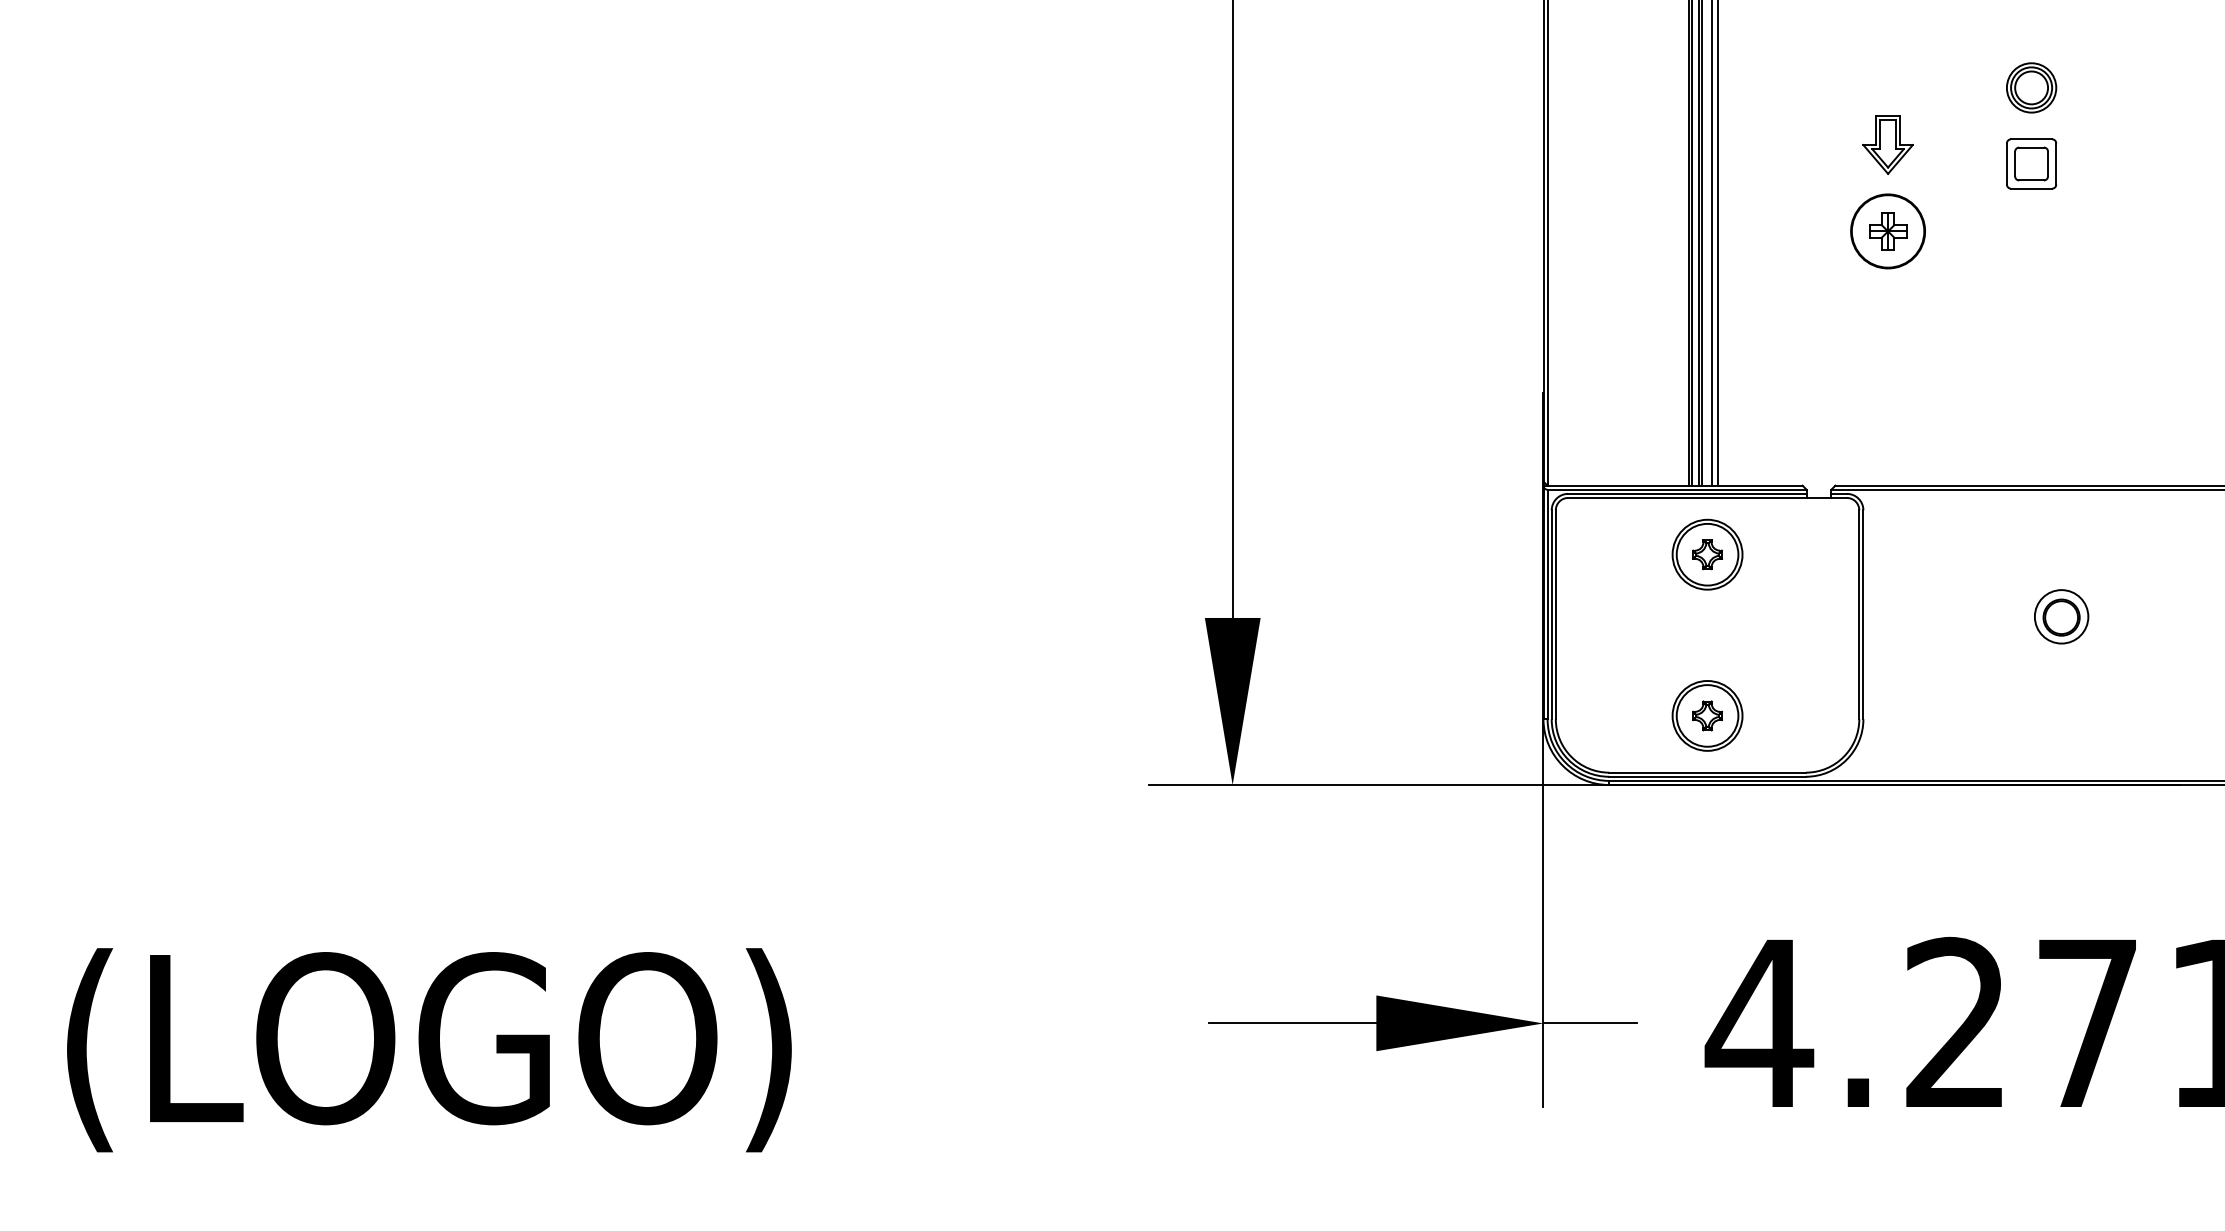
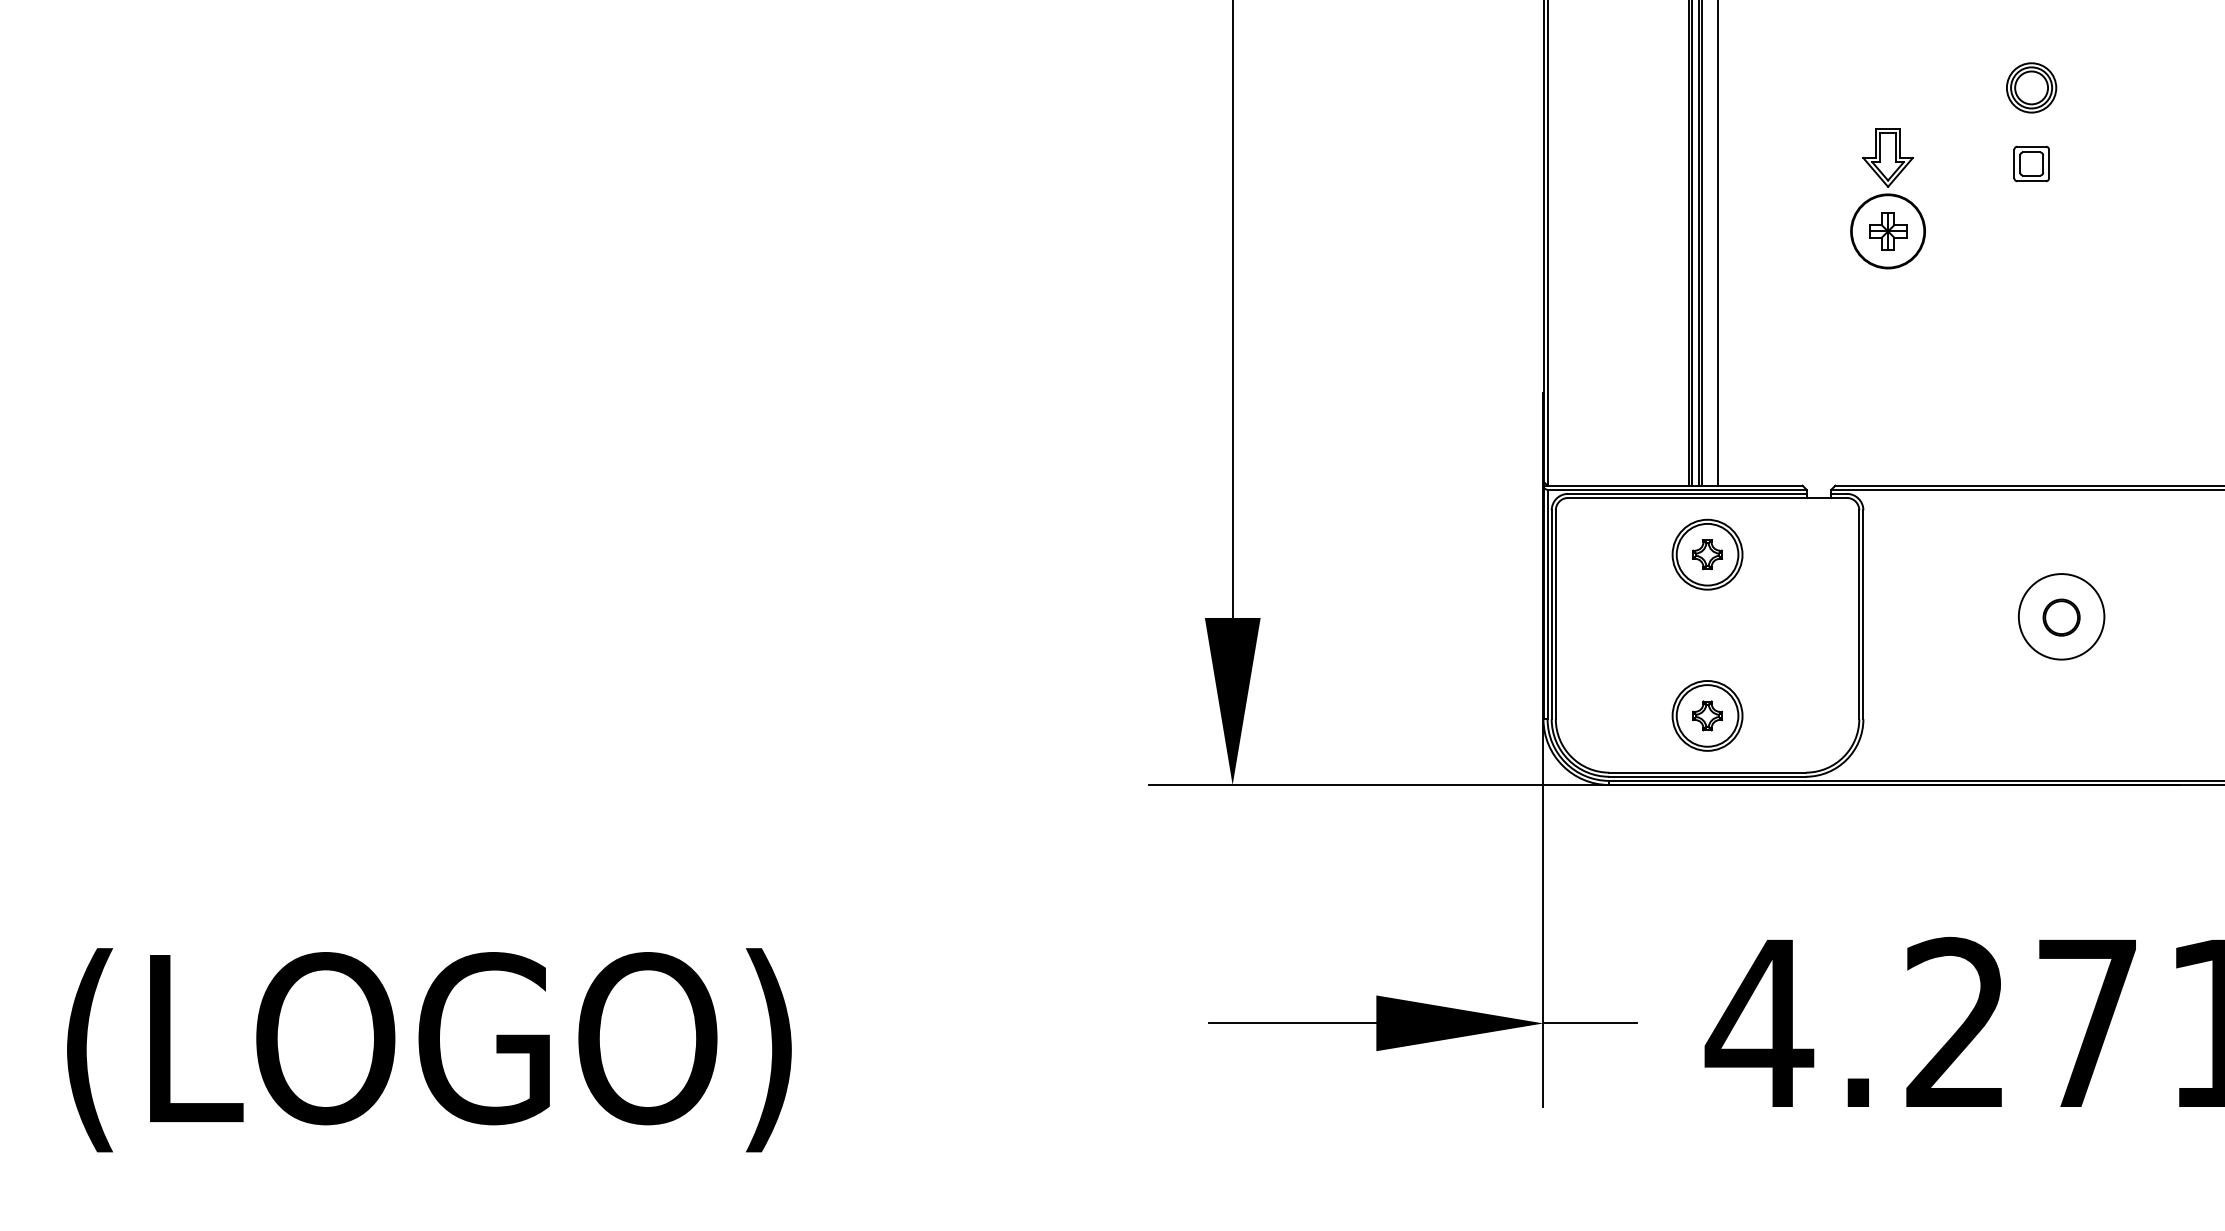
part at (1887, 144) position: (1887, 144) -> (1887, 157)
part at (2031, 163) size: 52x52 px -> 37x38 px
line at (1712, 243): present -> none
circle at (2061, 616) diameter: 53 px -> 86 px
